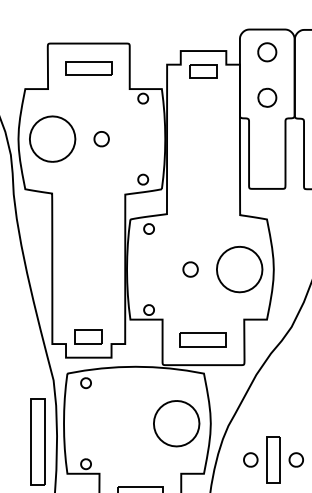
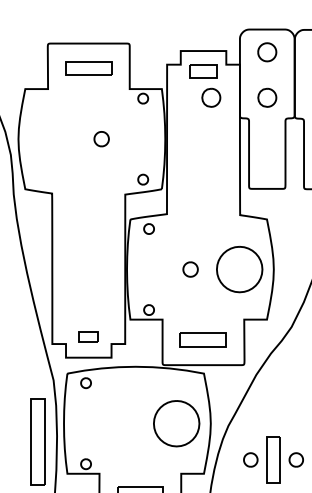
part at (211, 97): none -> present
part at (52, 138): present -> none
part at (88, 336) size: 29x16 px -> 21x12 px
